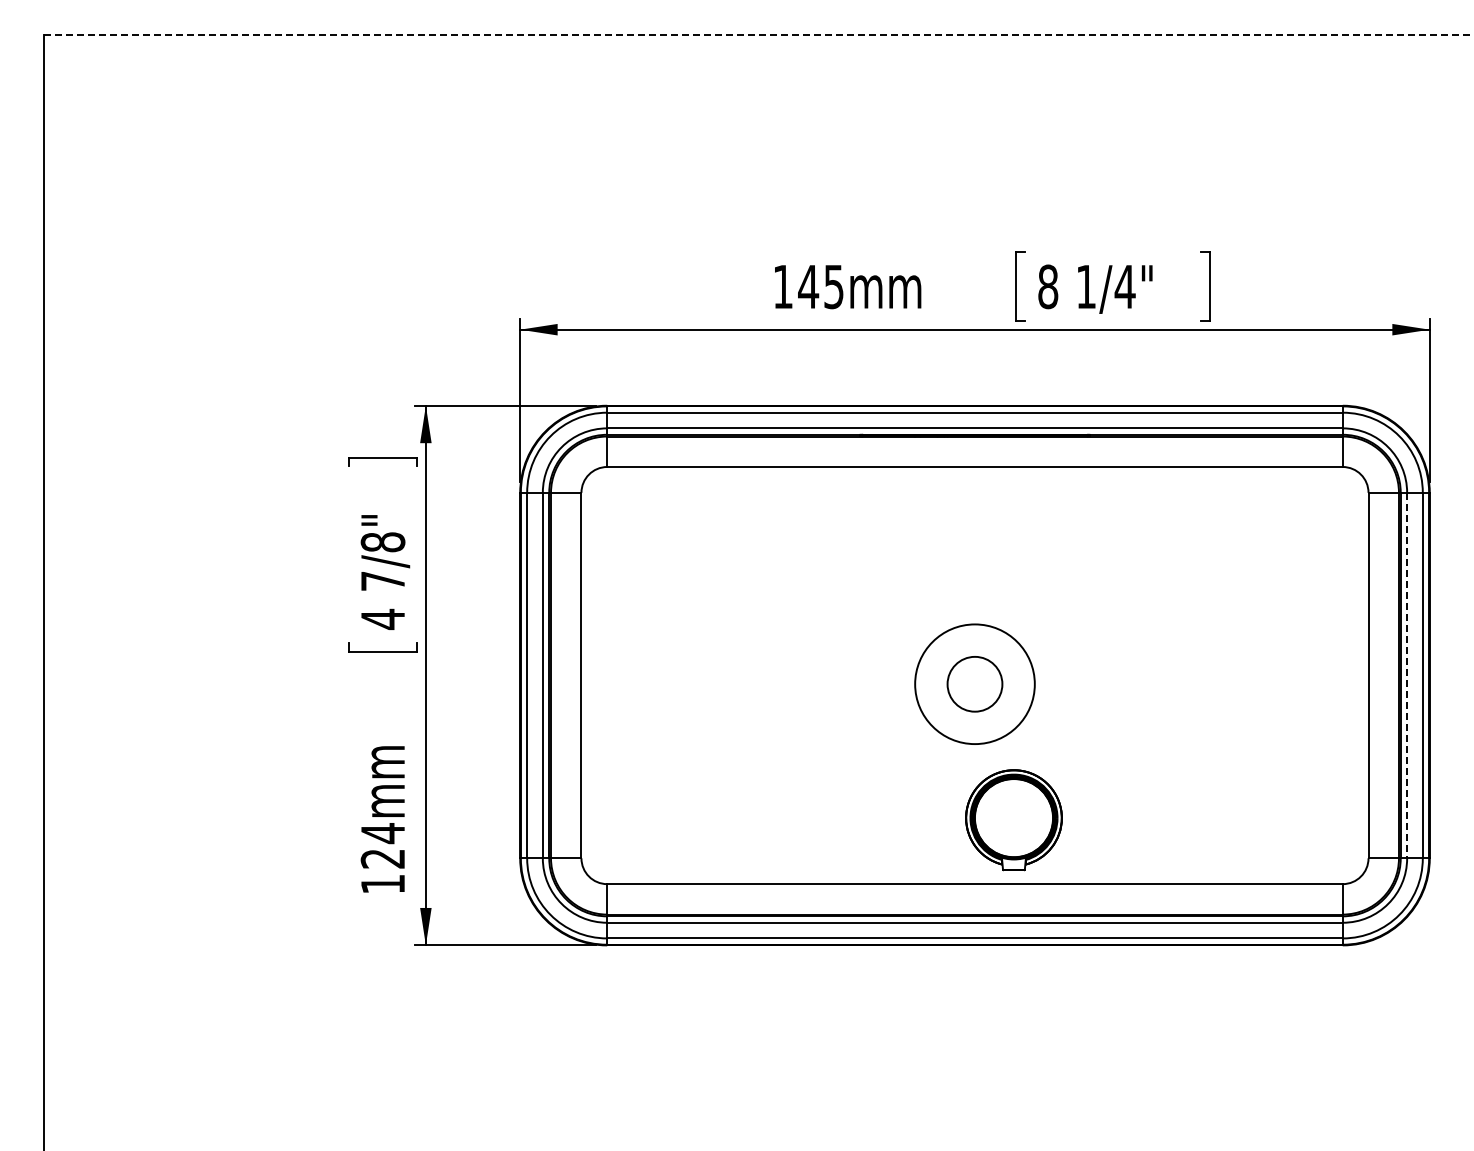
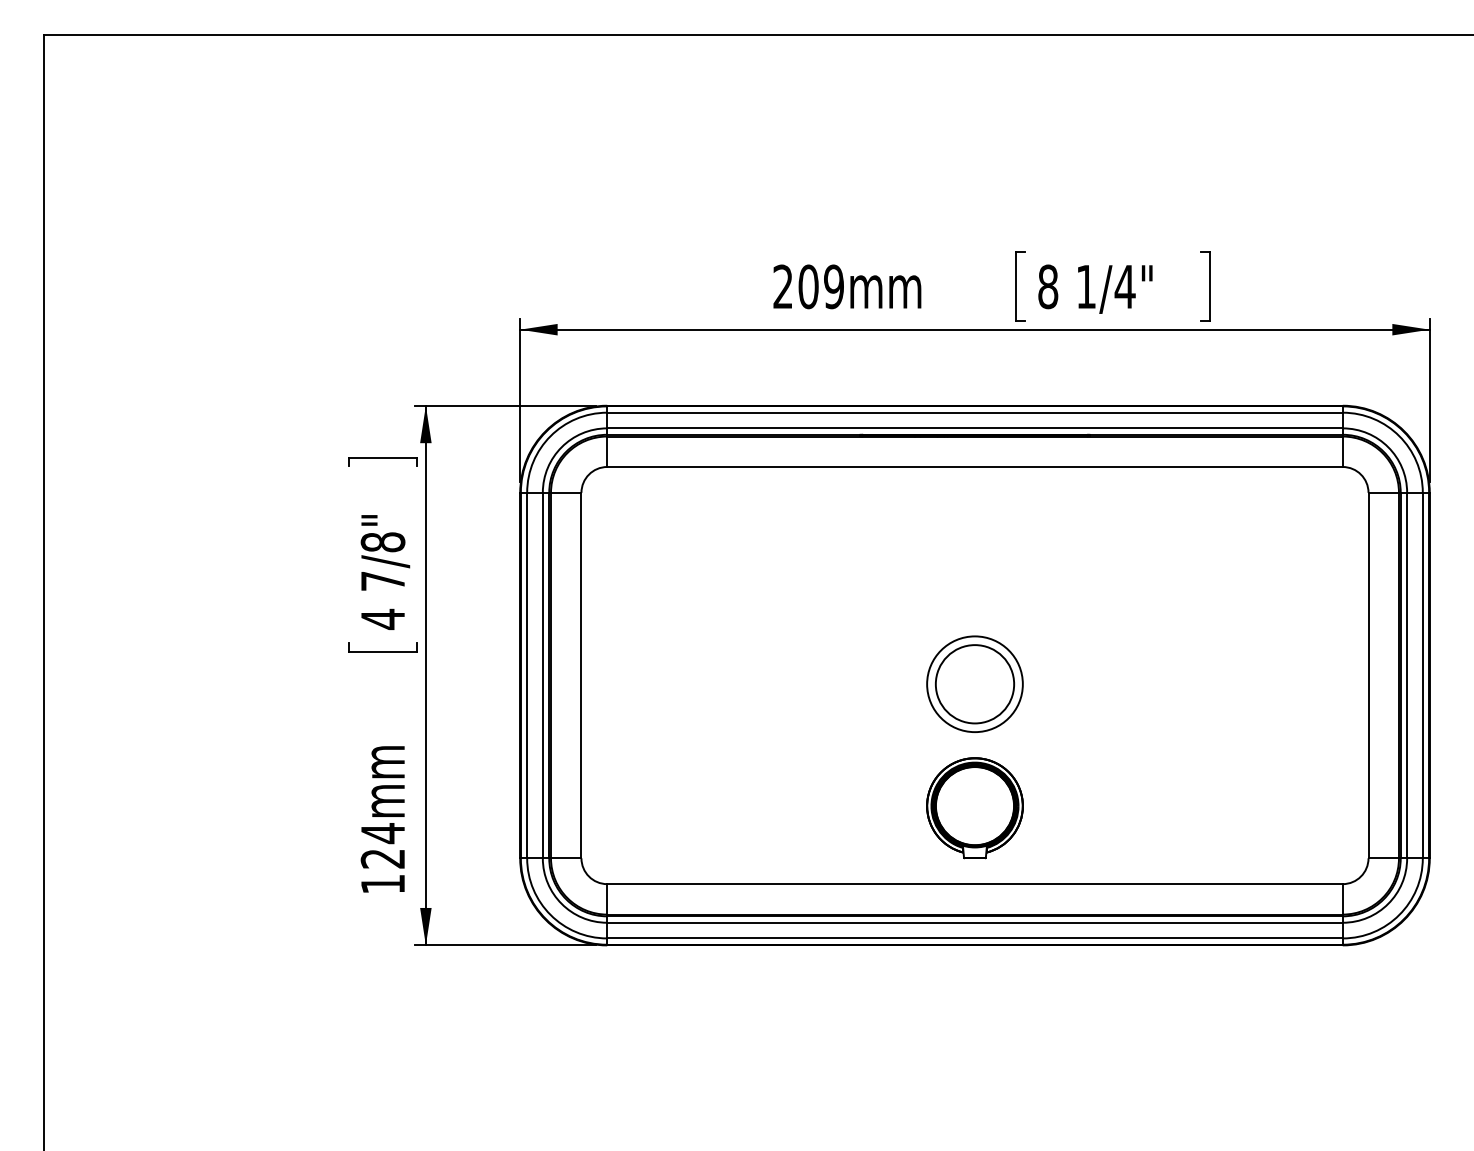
line at (759, 34): dashed -> solid
text at (808, 286): 145mm -> 209mm
line at (1407, 675): dashed -> solid
circle at (974, 683) diameter: 55 px -> 78 px
circle at (974, 684) diameter: 120 px -> 96 px
part at (1013, 820) position: (1013, 820) -> (974, 808)
